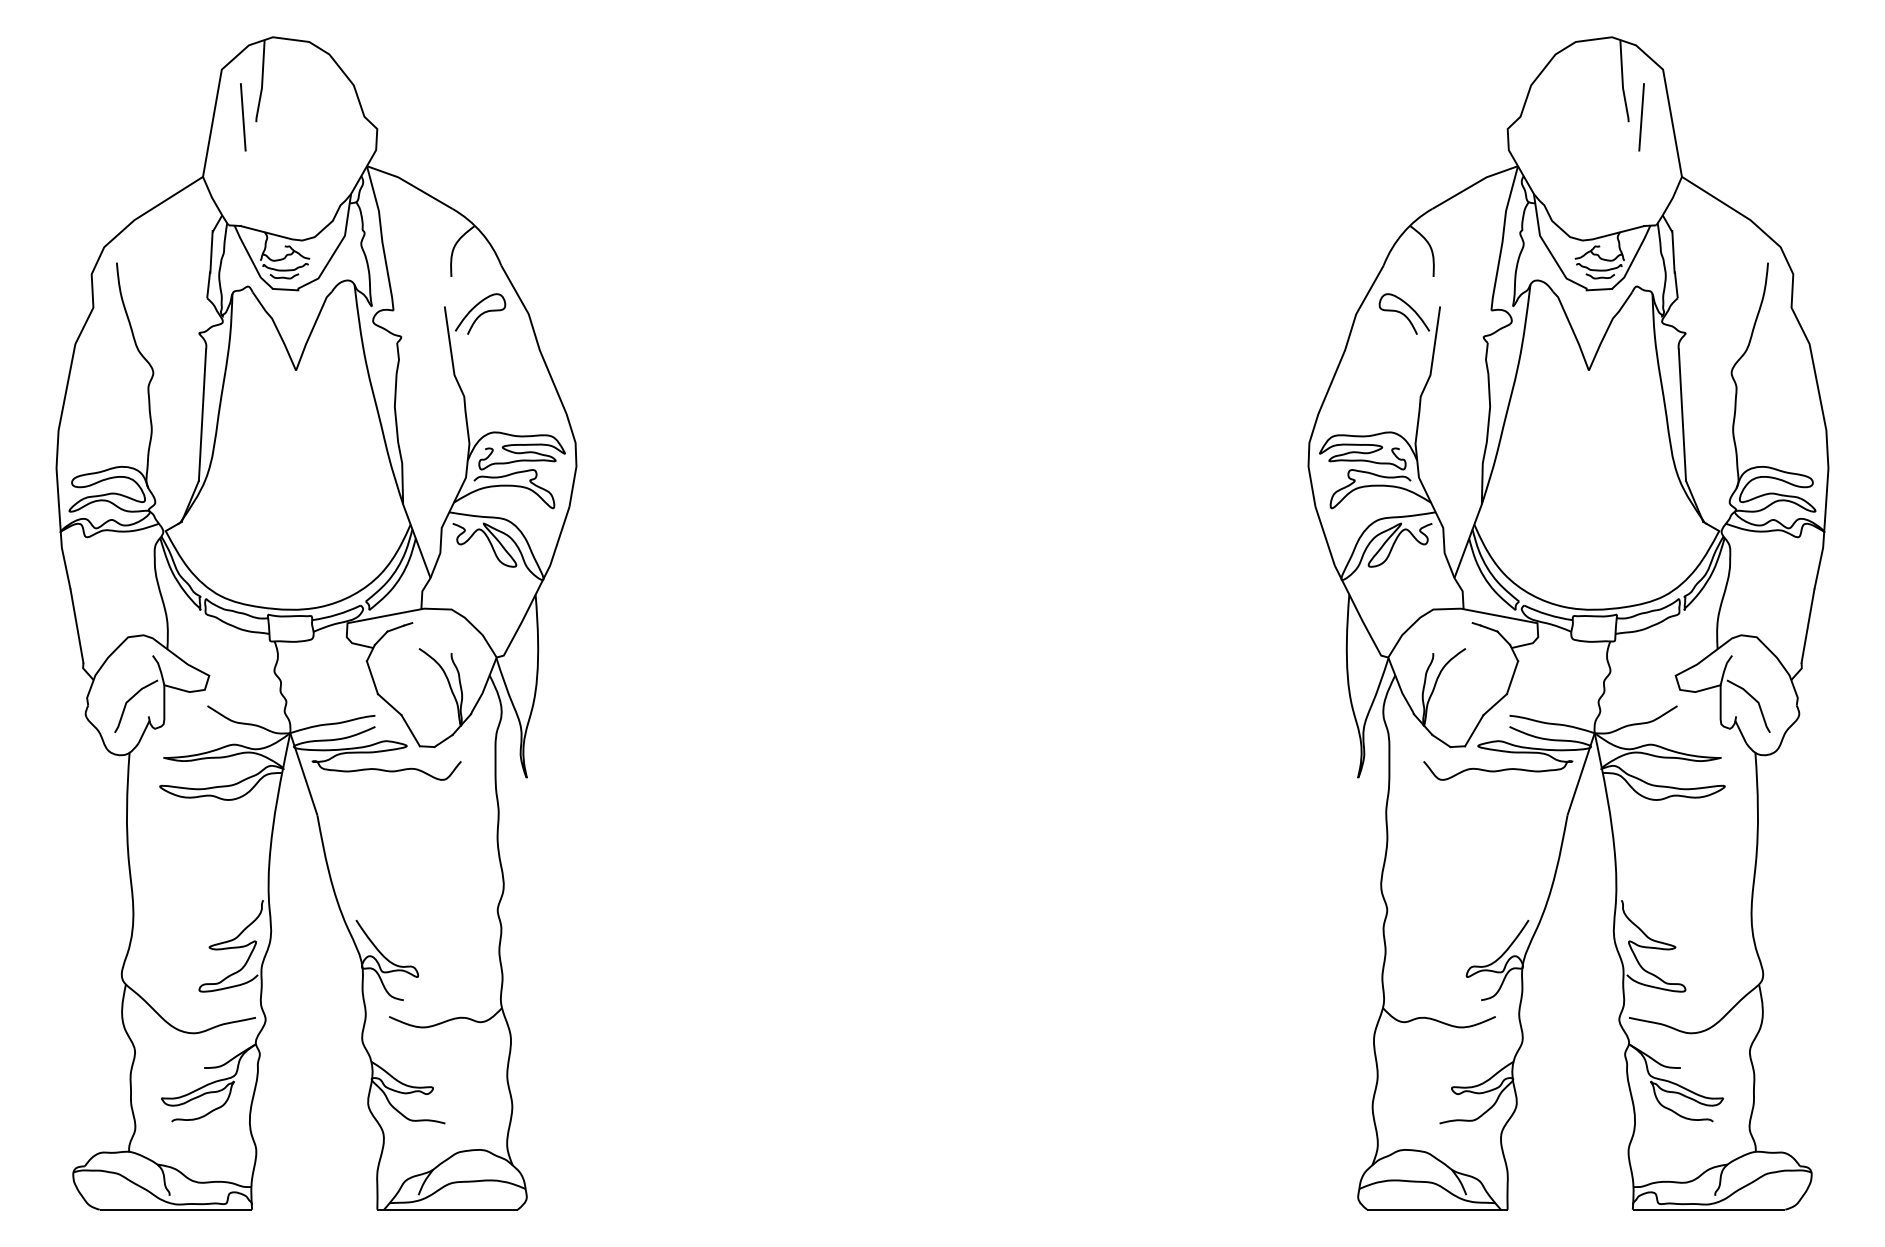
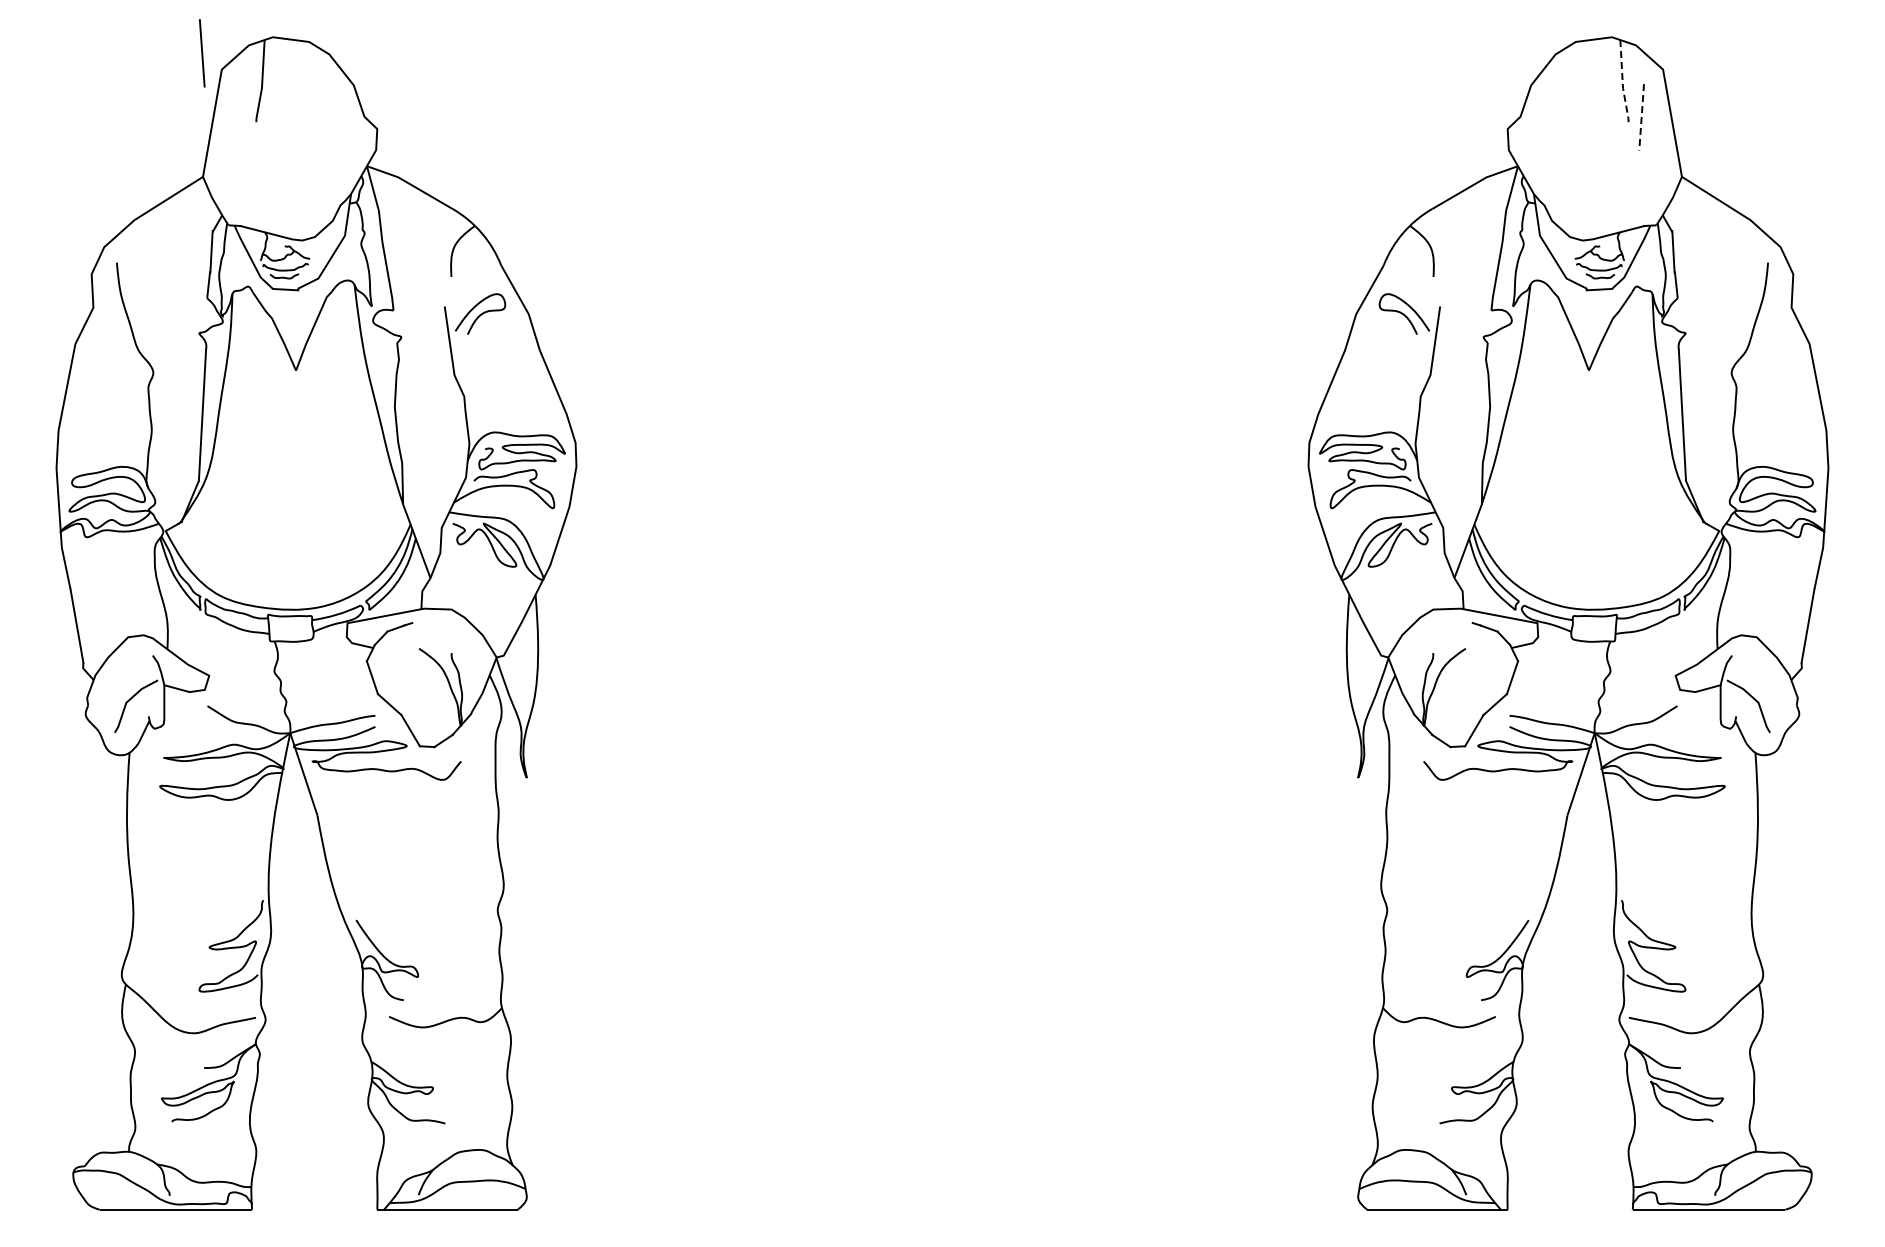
line at (1622, 82): solid -> dashed
line at (243, 117) position: (243, 117) -> (202, 53)
line at (1641, 117): solid -> dashed
